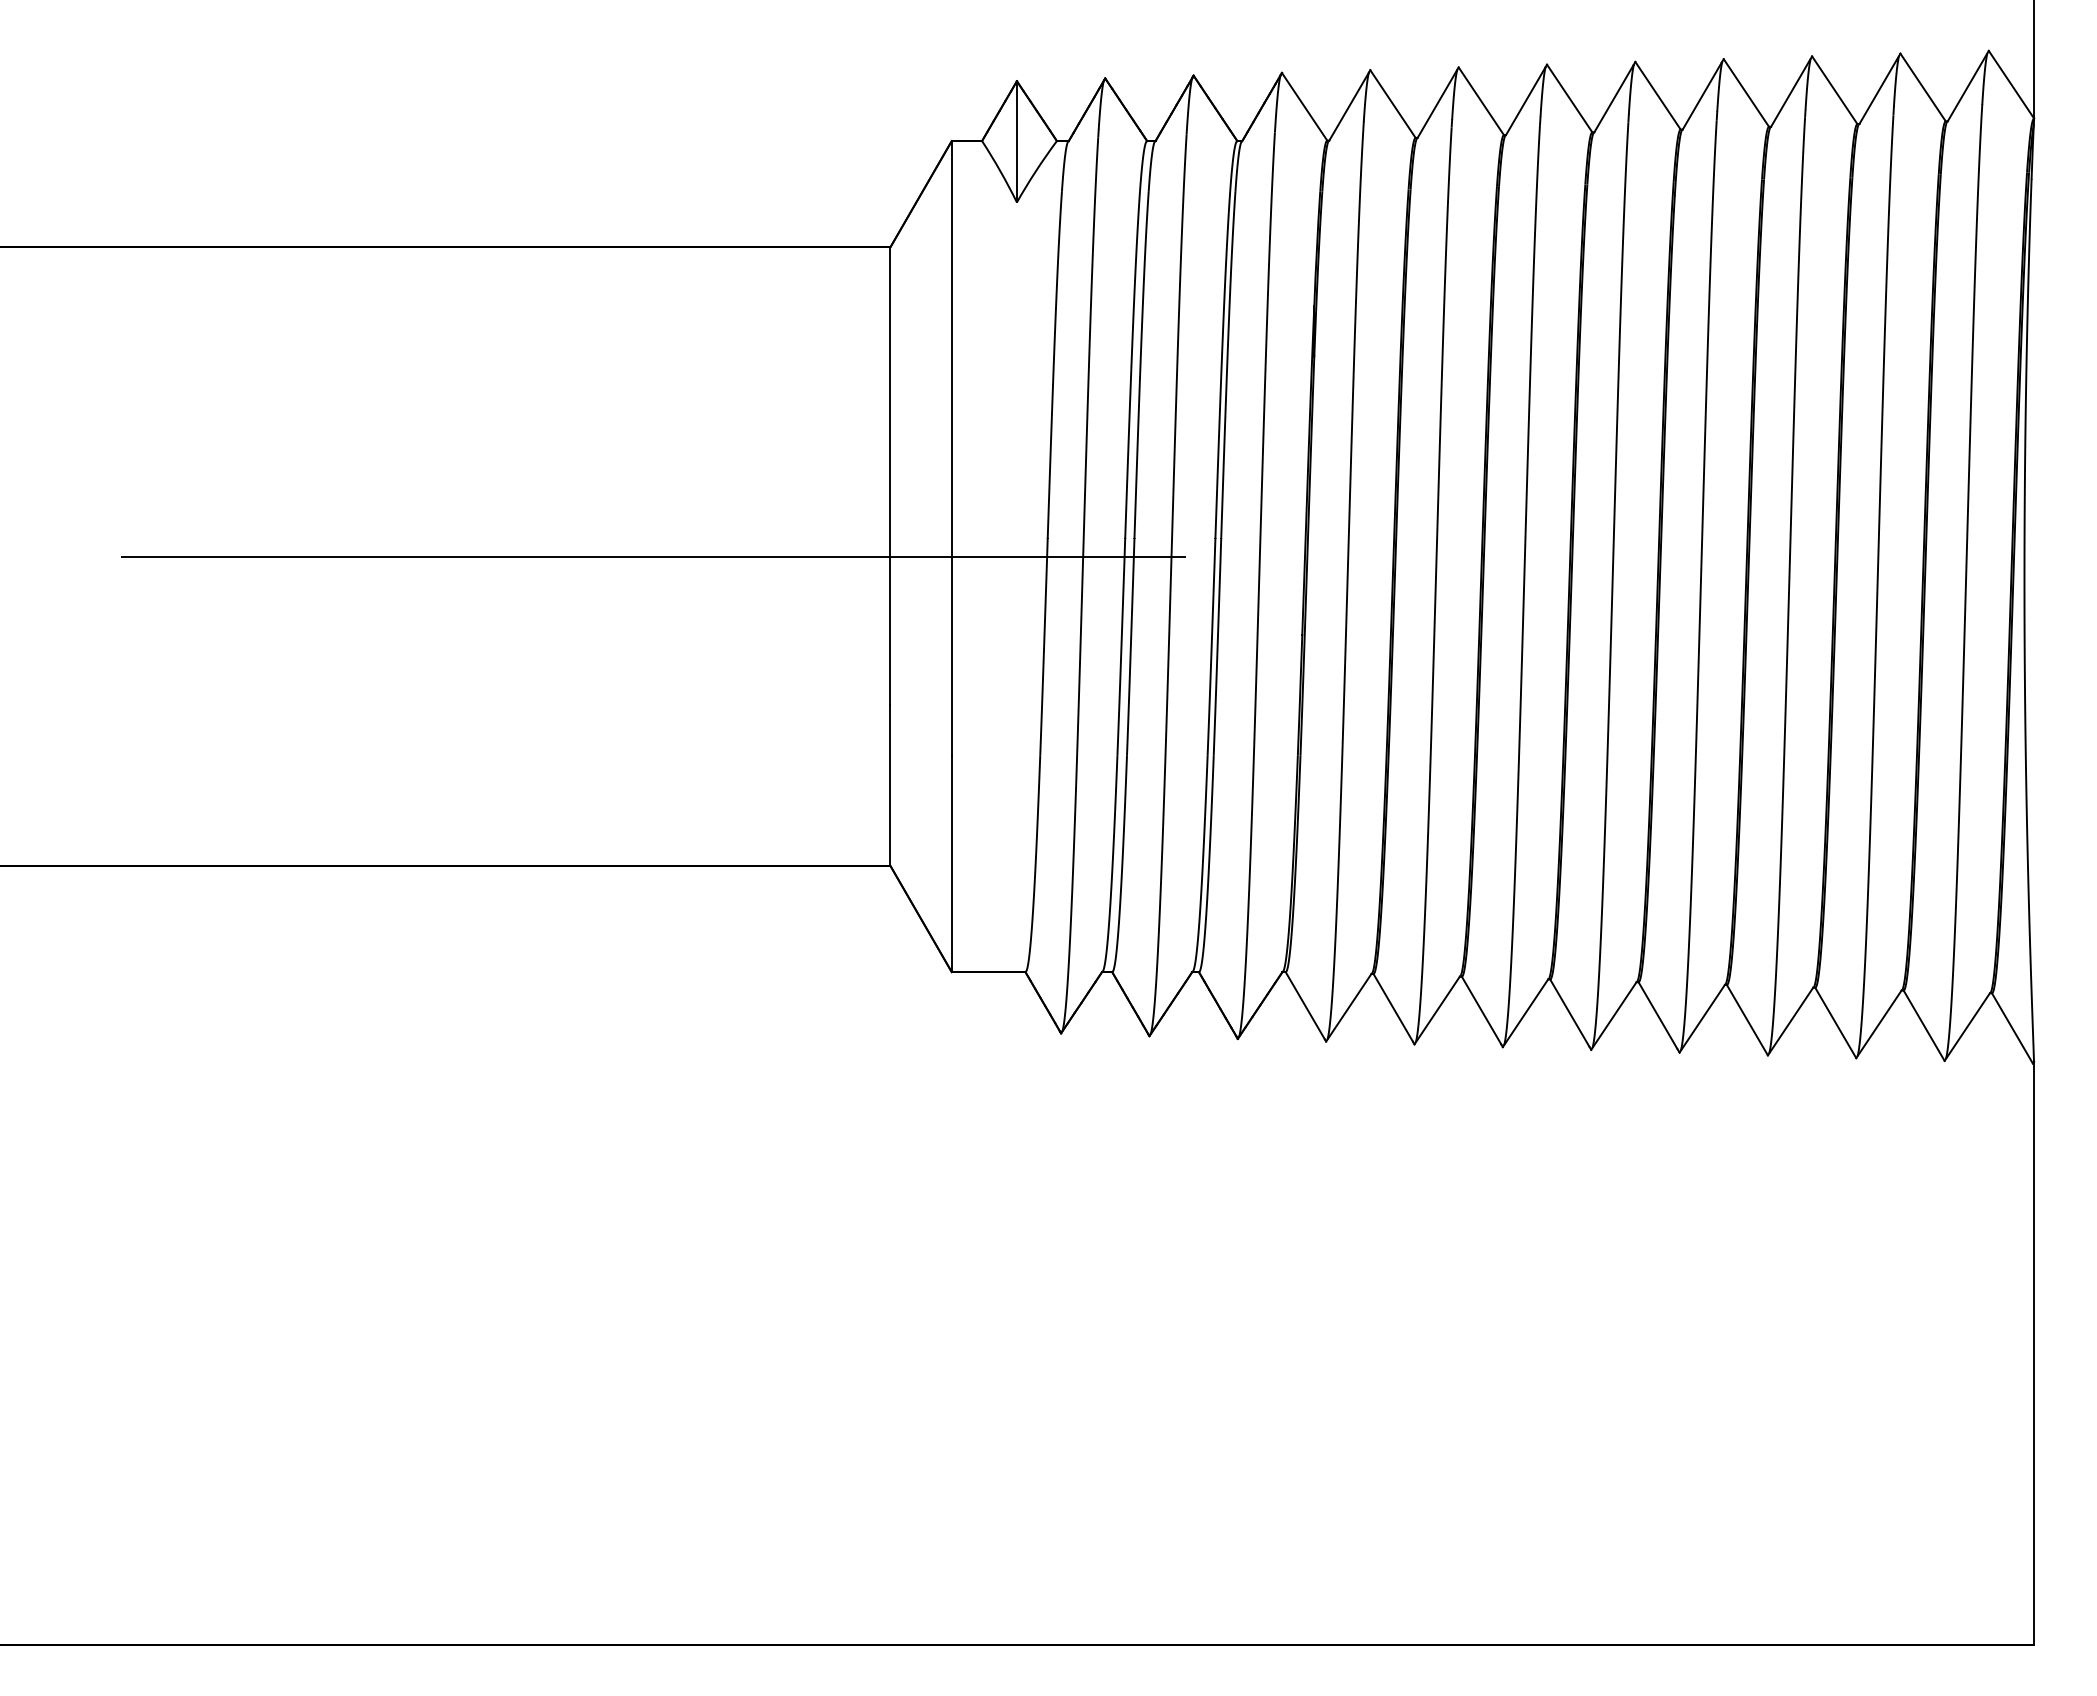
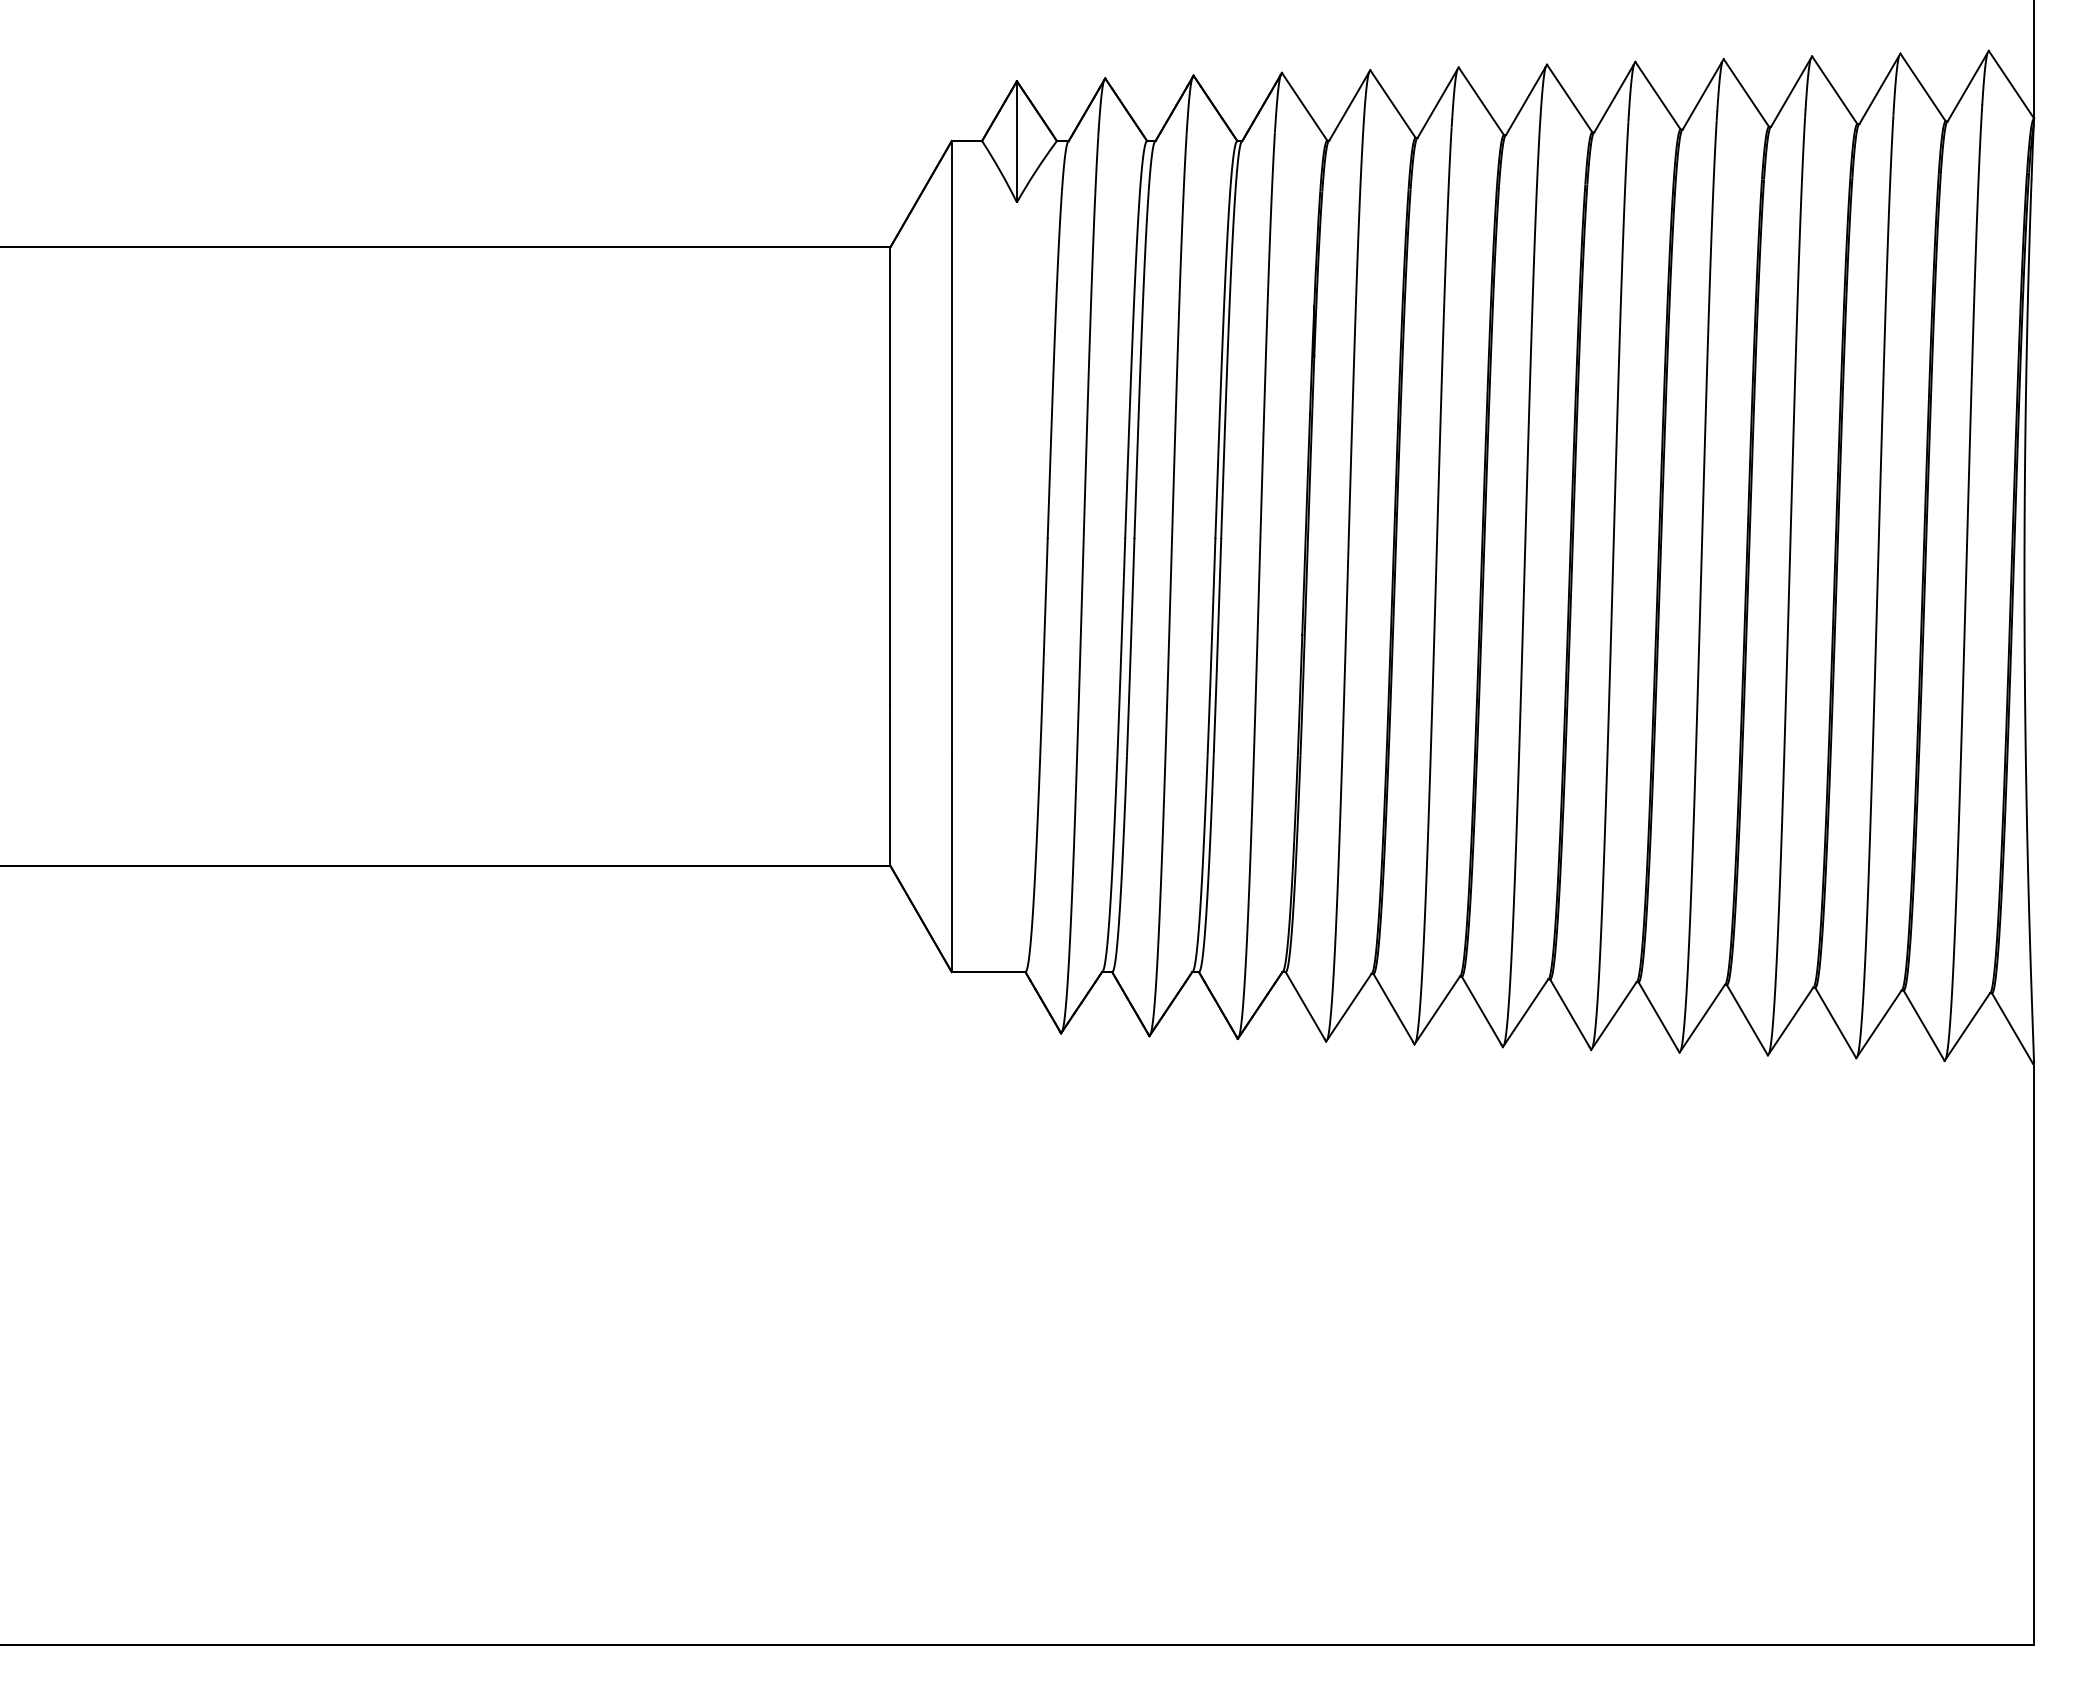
line at (594, 556): present -> none
